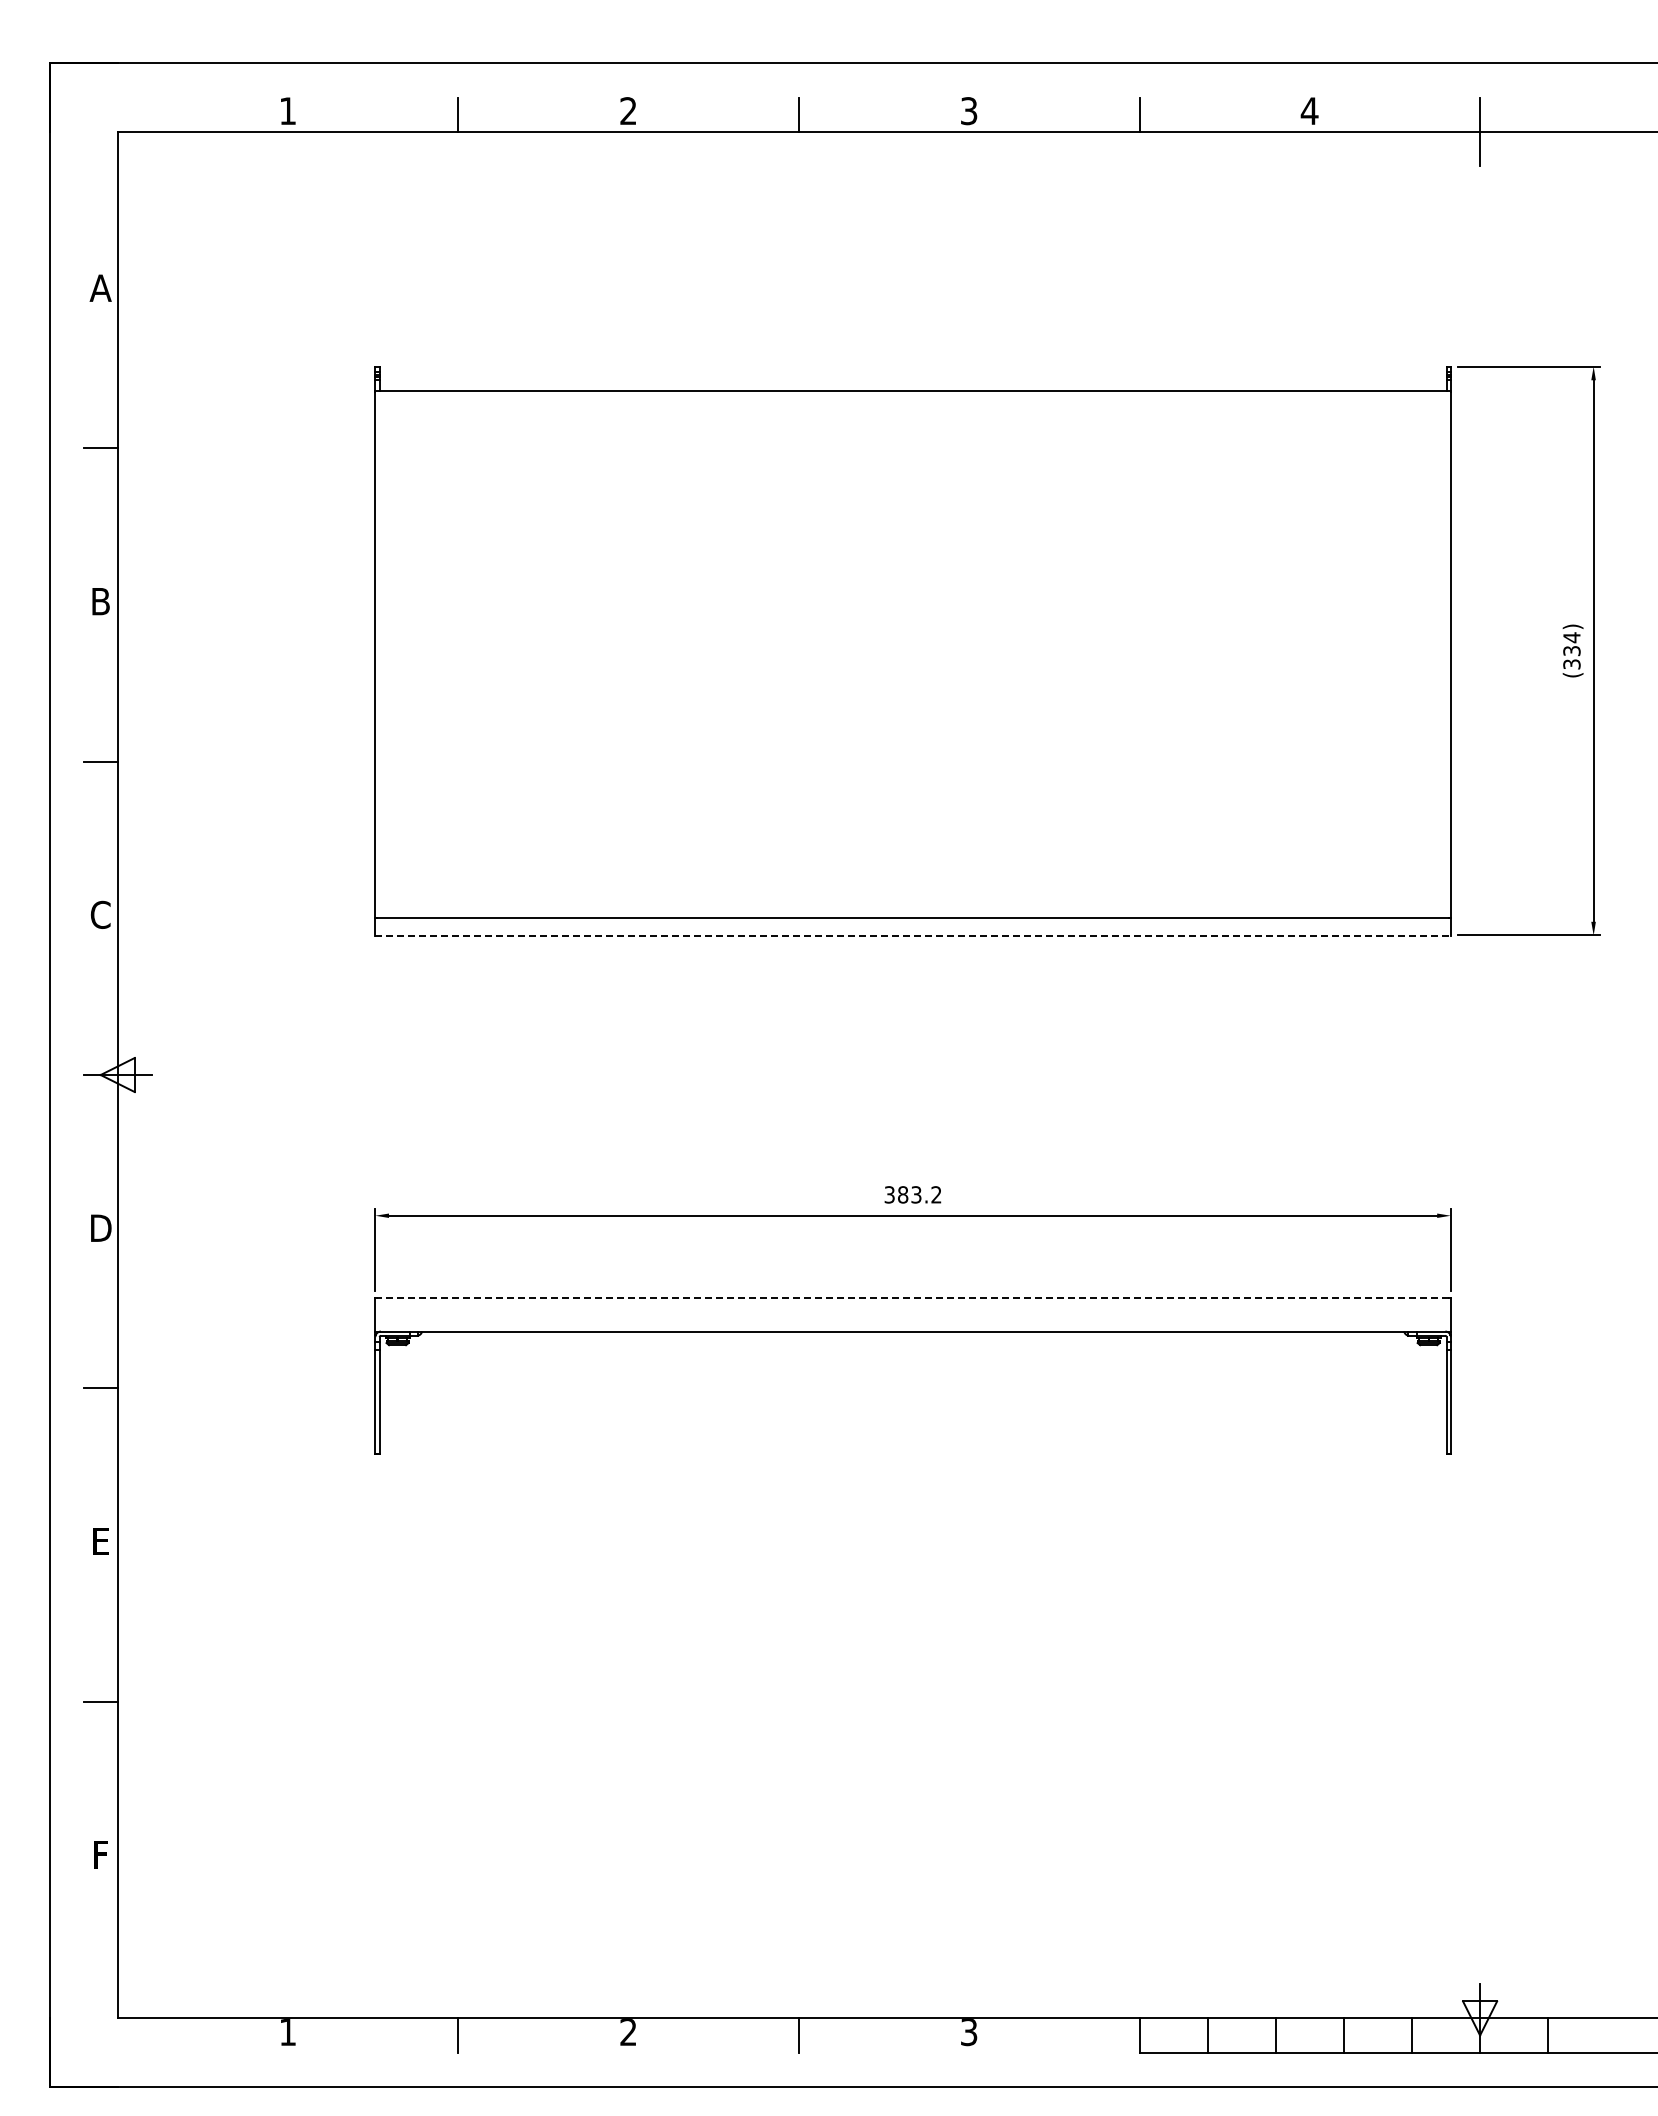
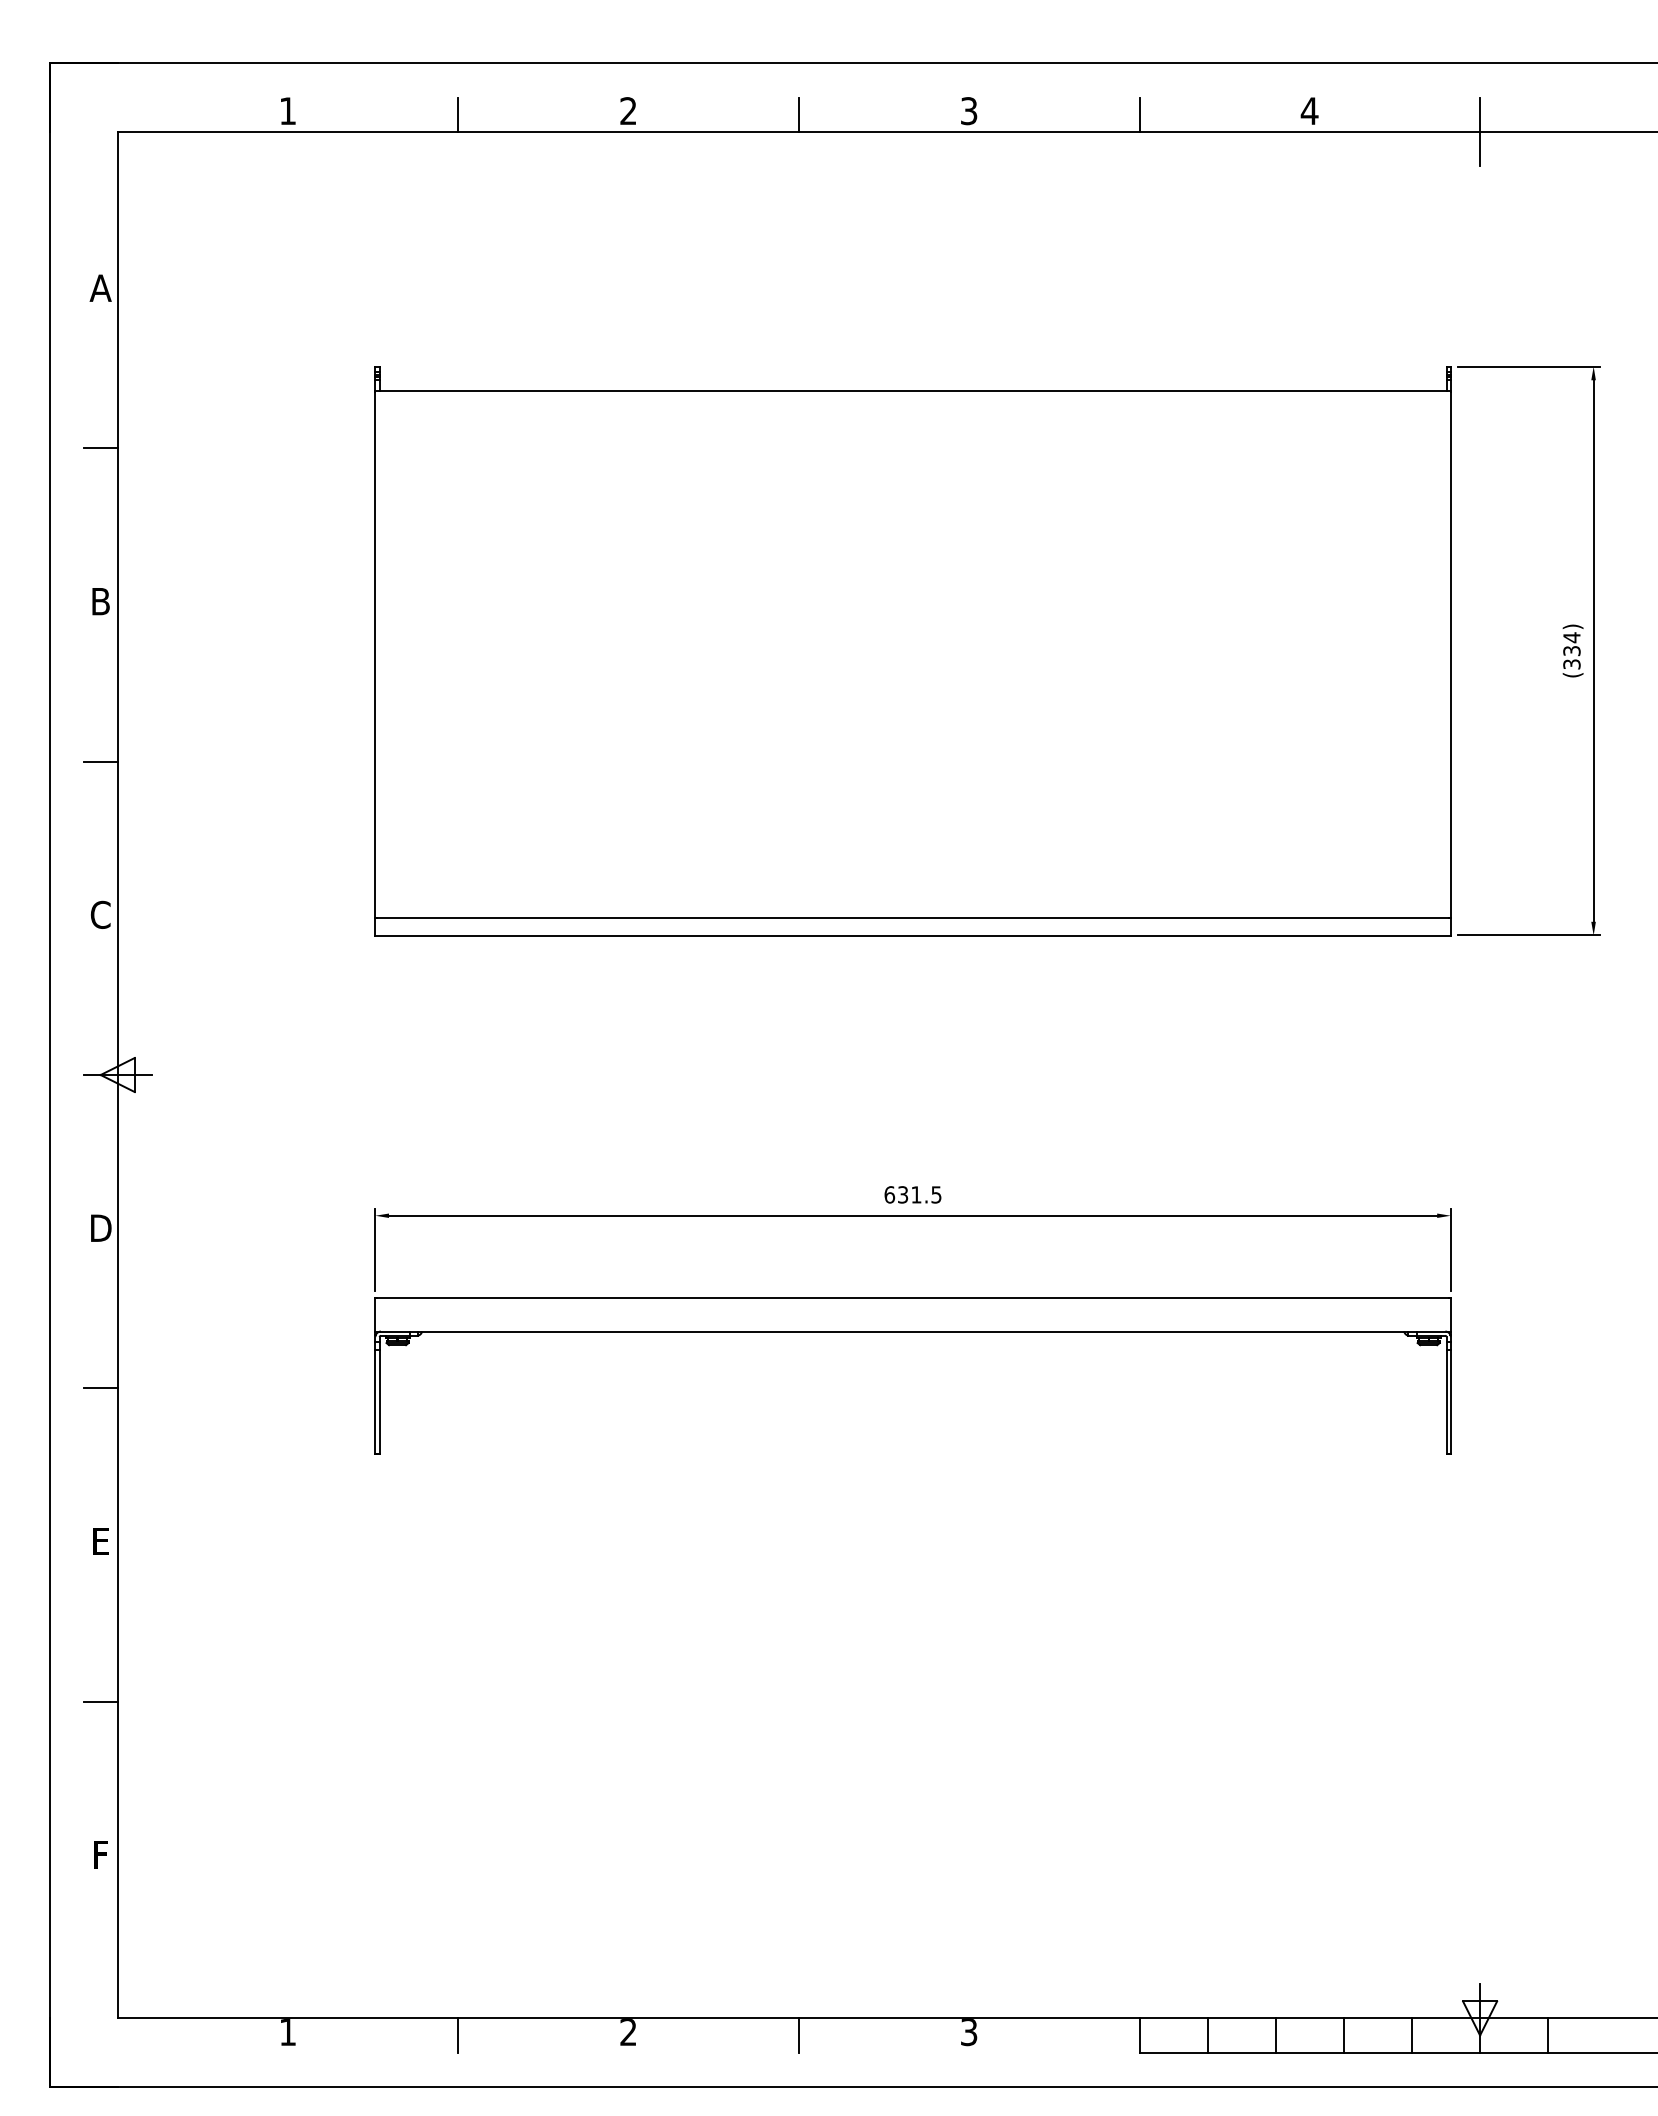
line at (913, 935): dashed -> solid
text at (912, 1194): 383.2 -> 631.5
line at (912, 1297): dashed -> solid
